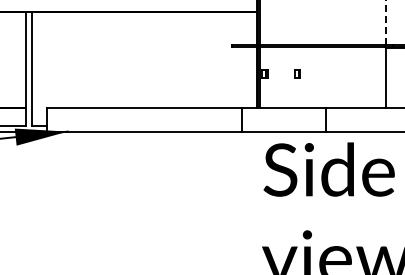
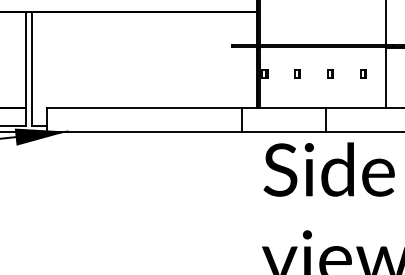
line at (386, 22): dashed -> solid
part at (330, 73): none -> present
part at (363, 73): none -> present
